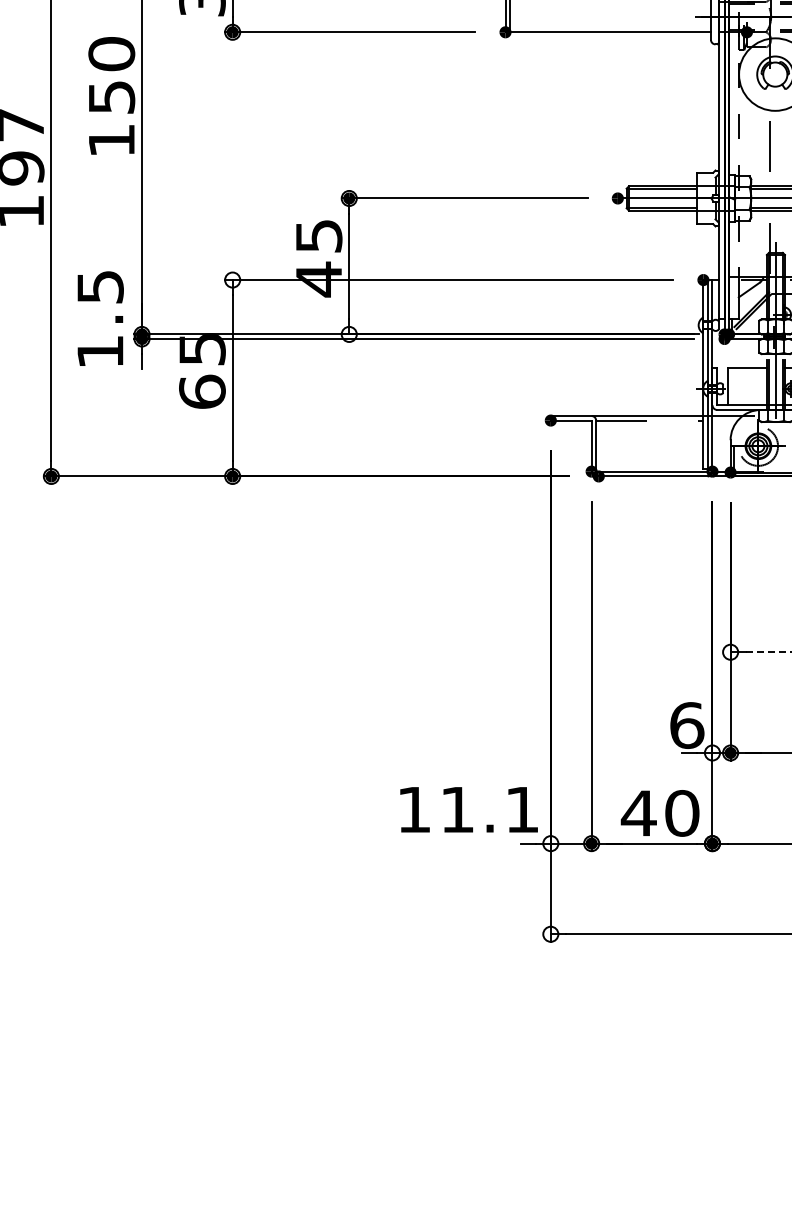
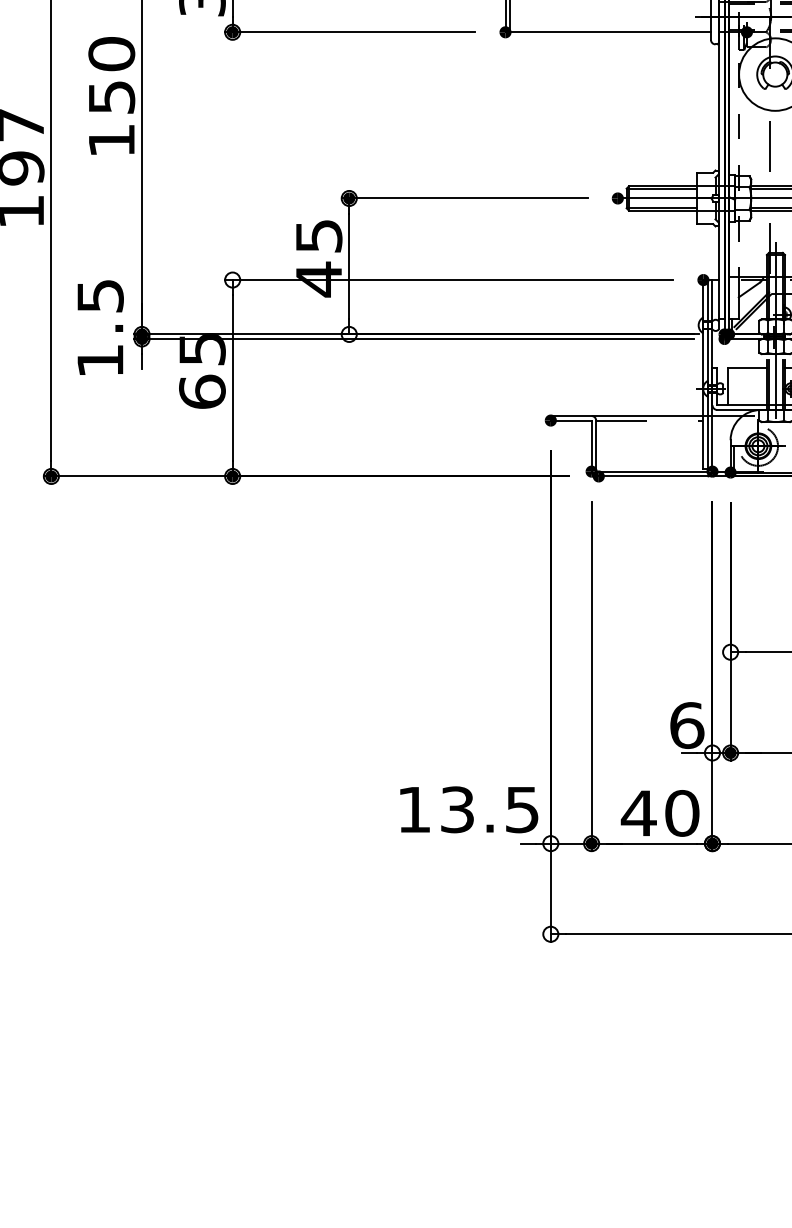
text at (100, 318) position: (100, 318) -> (100, 327)
line at (768, 652): dashed -> solid
text at (489, 809): 11.1 -> 13.5
